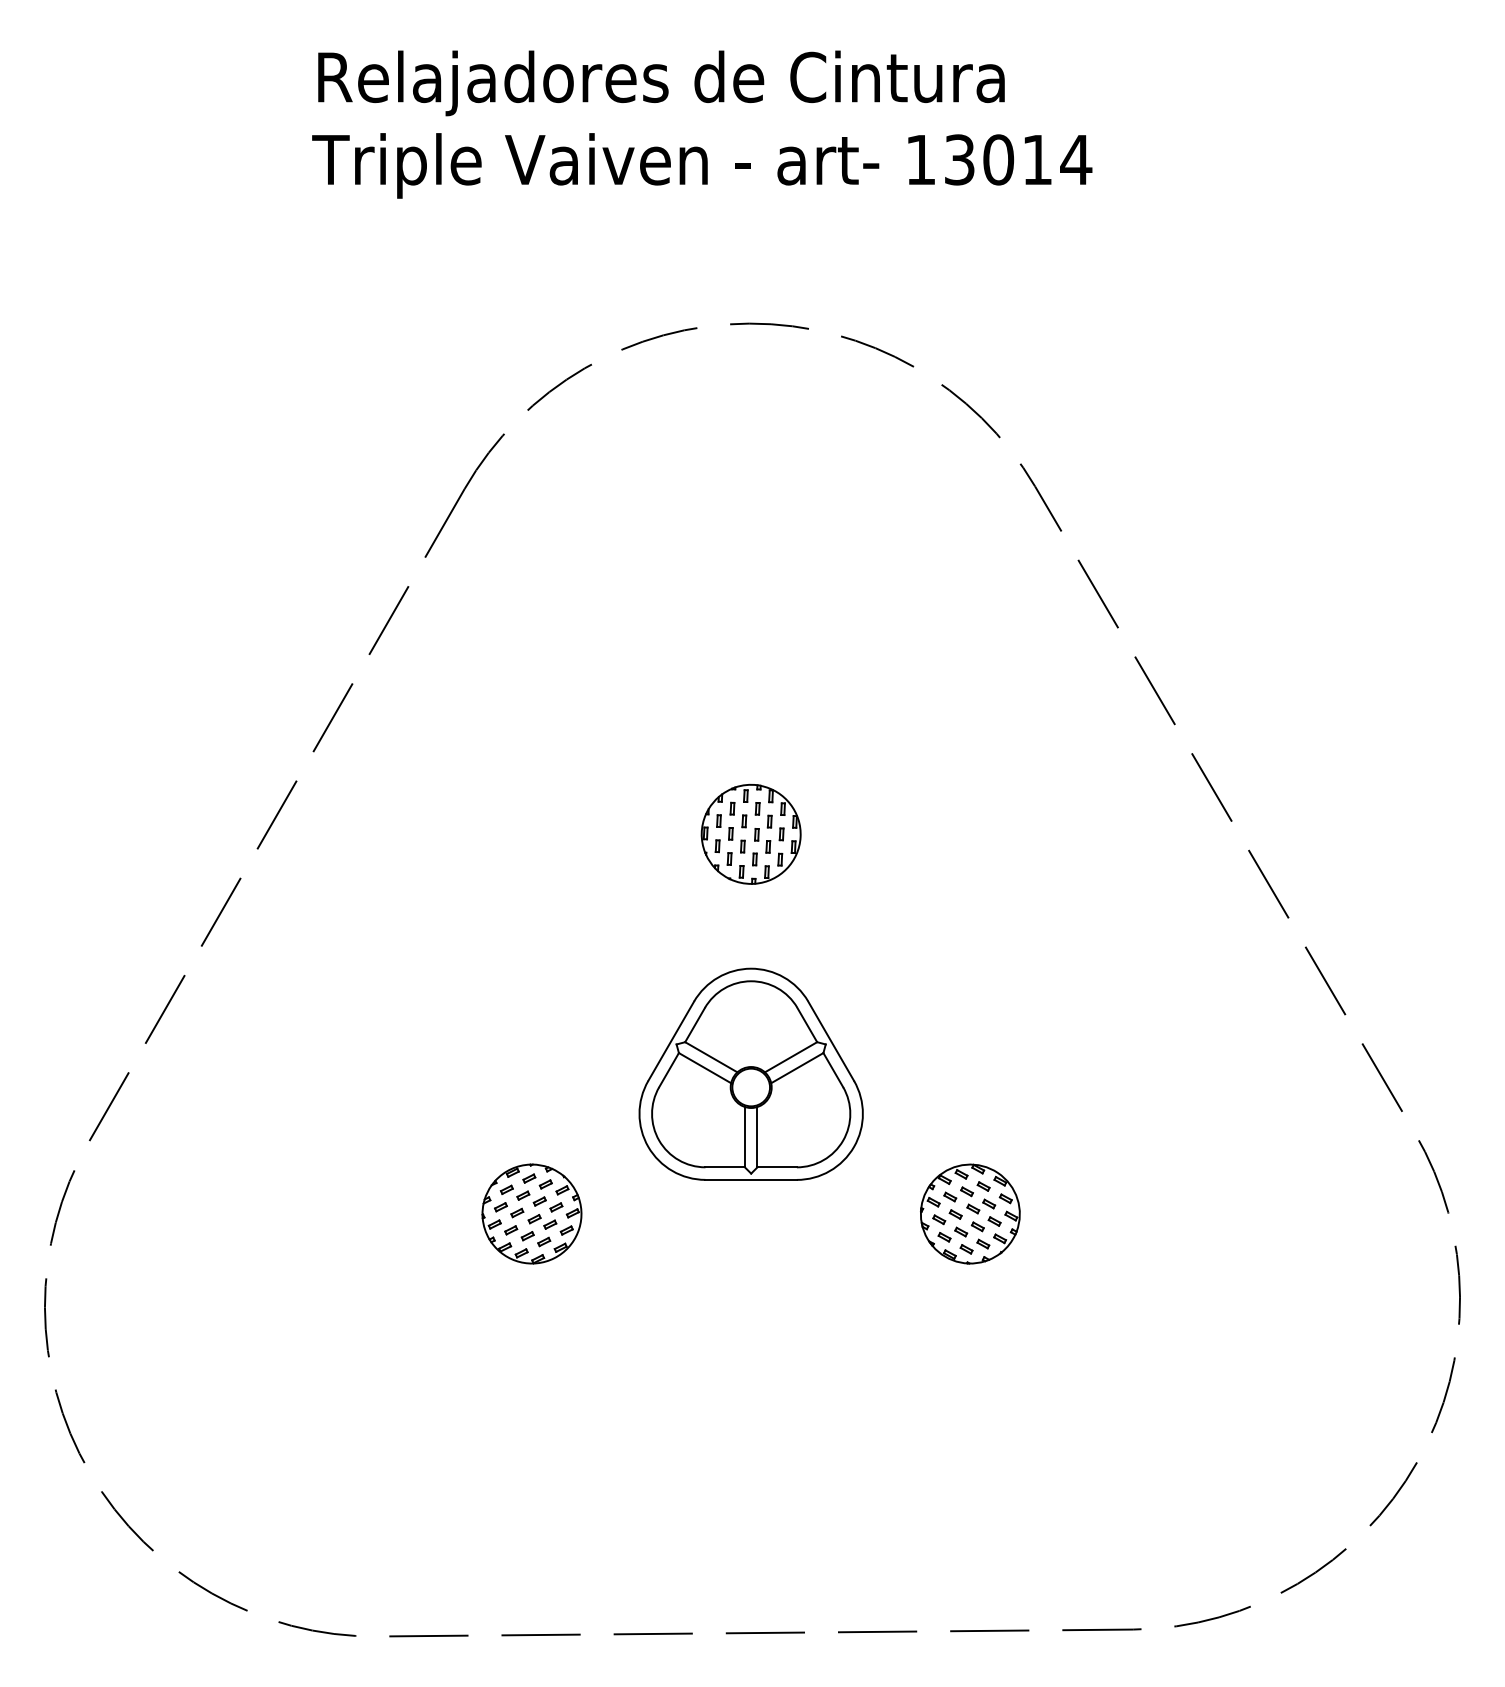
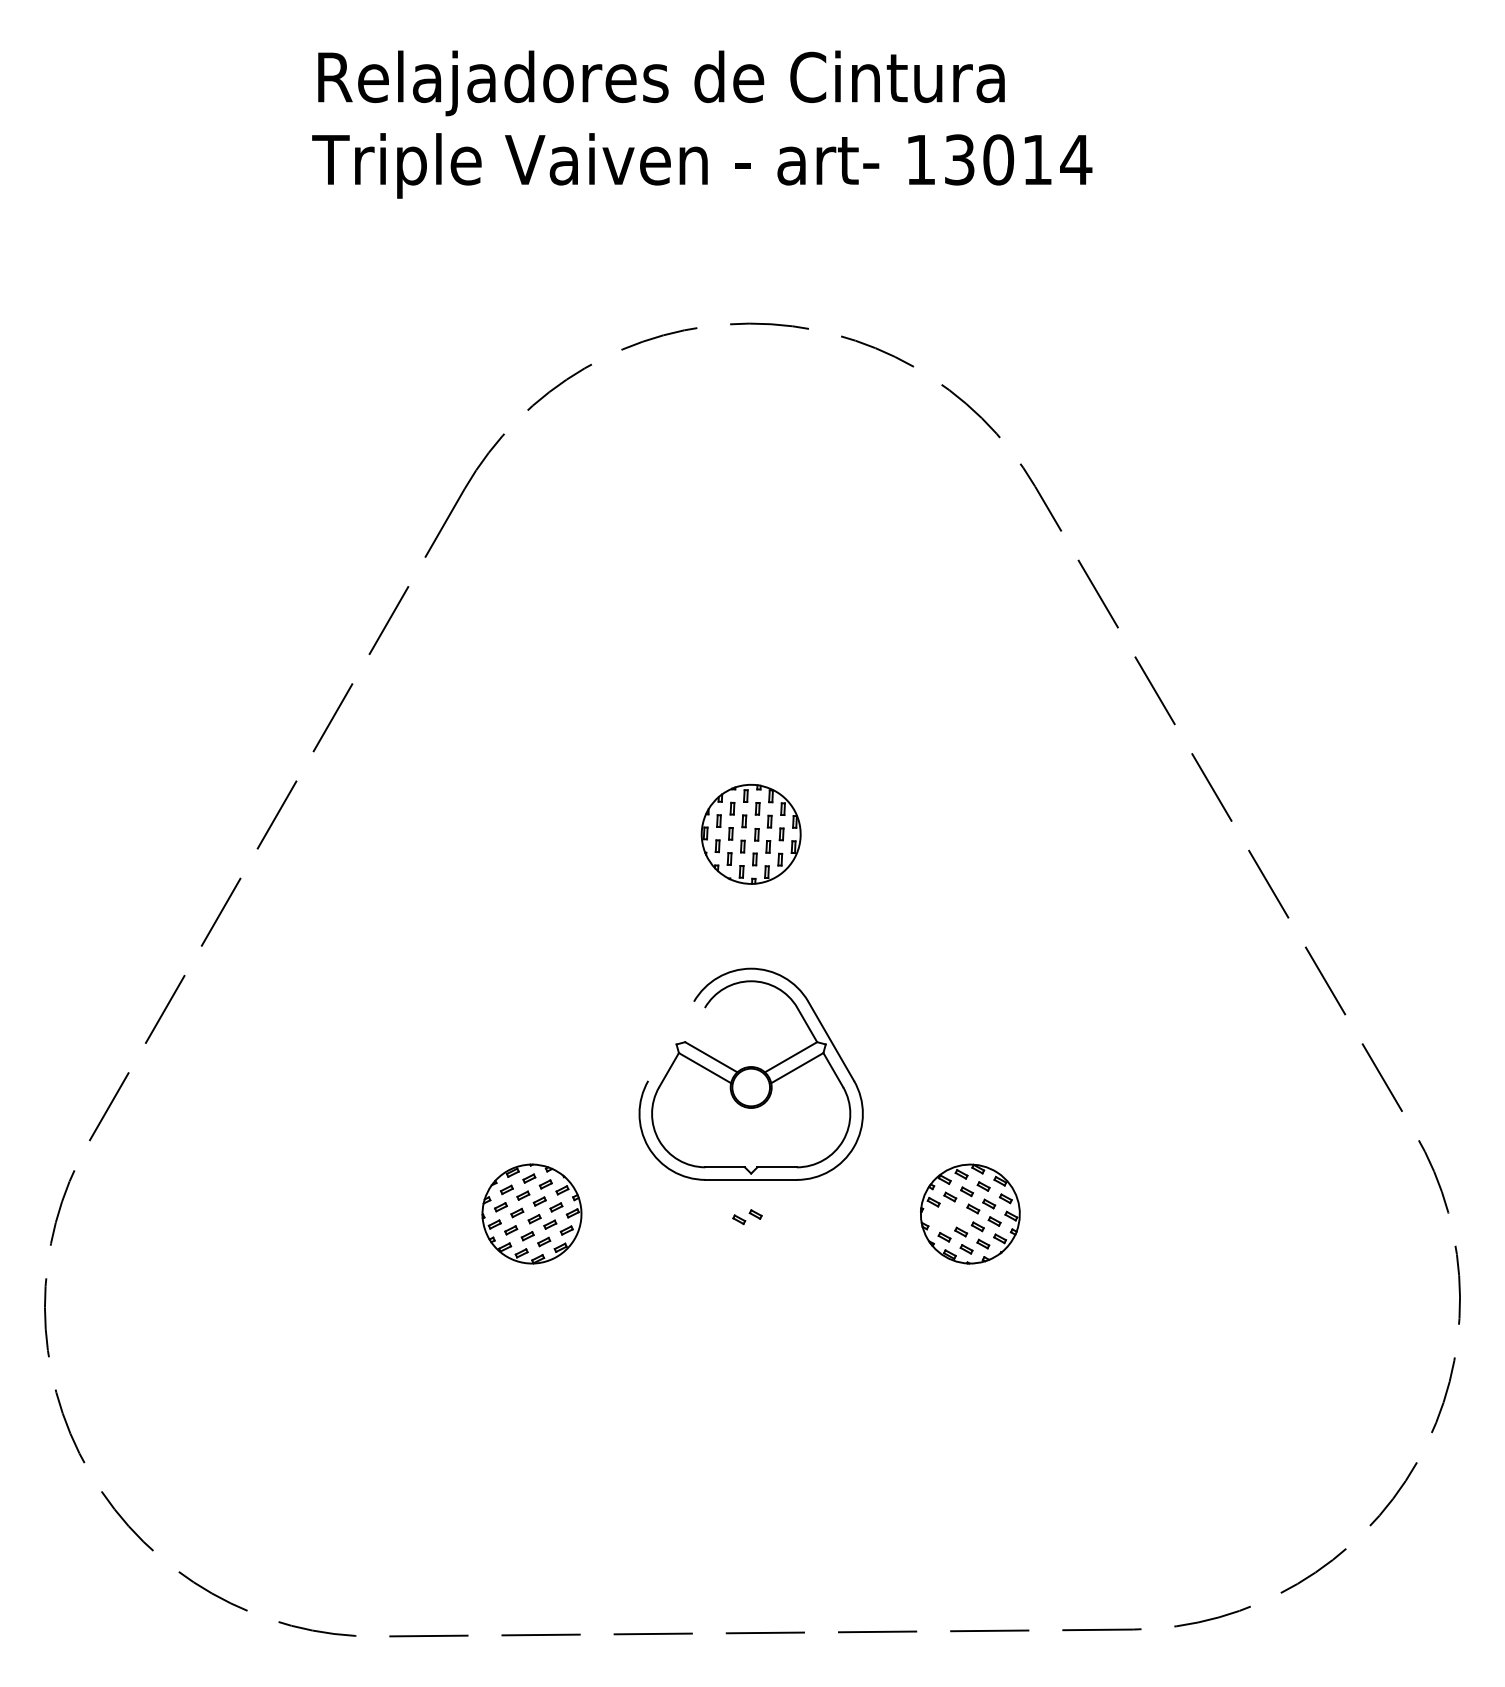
line at (694, 1025): present -> none
line at (671, 1040): present -> none
line at (744, 1137): present -> none
line at (757, 1137): present -> none
part at (947, 1217) position: (947, 1217) -> (747, 1217)
